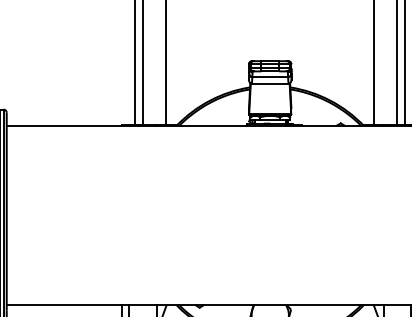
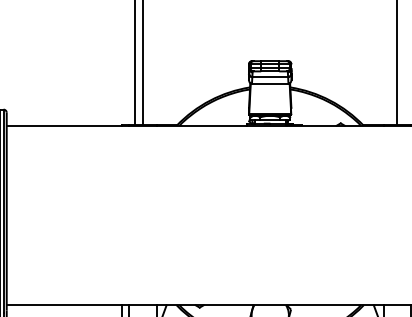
line at (166, 63): present -> none
line at (374, 63): present -> none
line at (405, 63): present -> none
